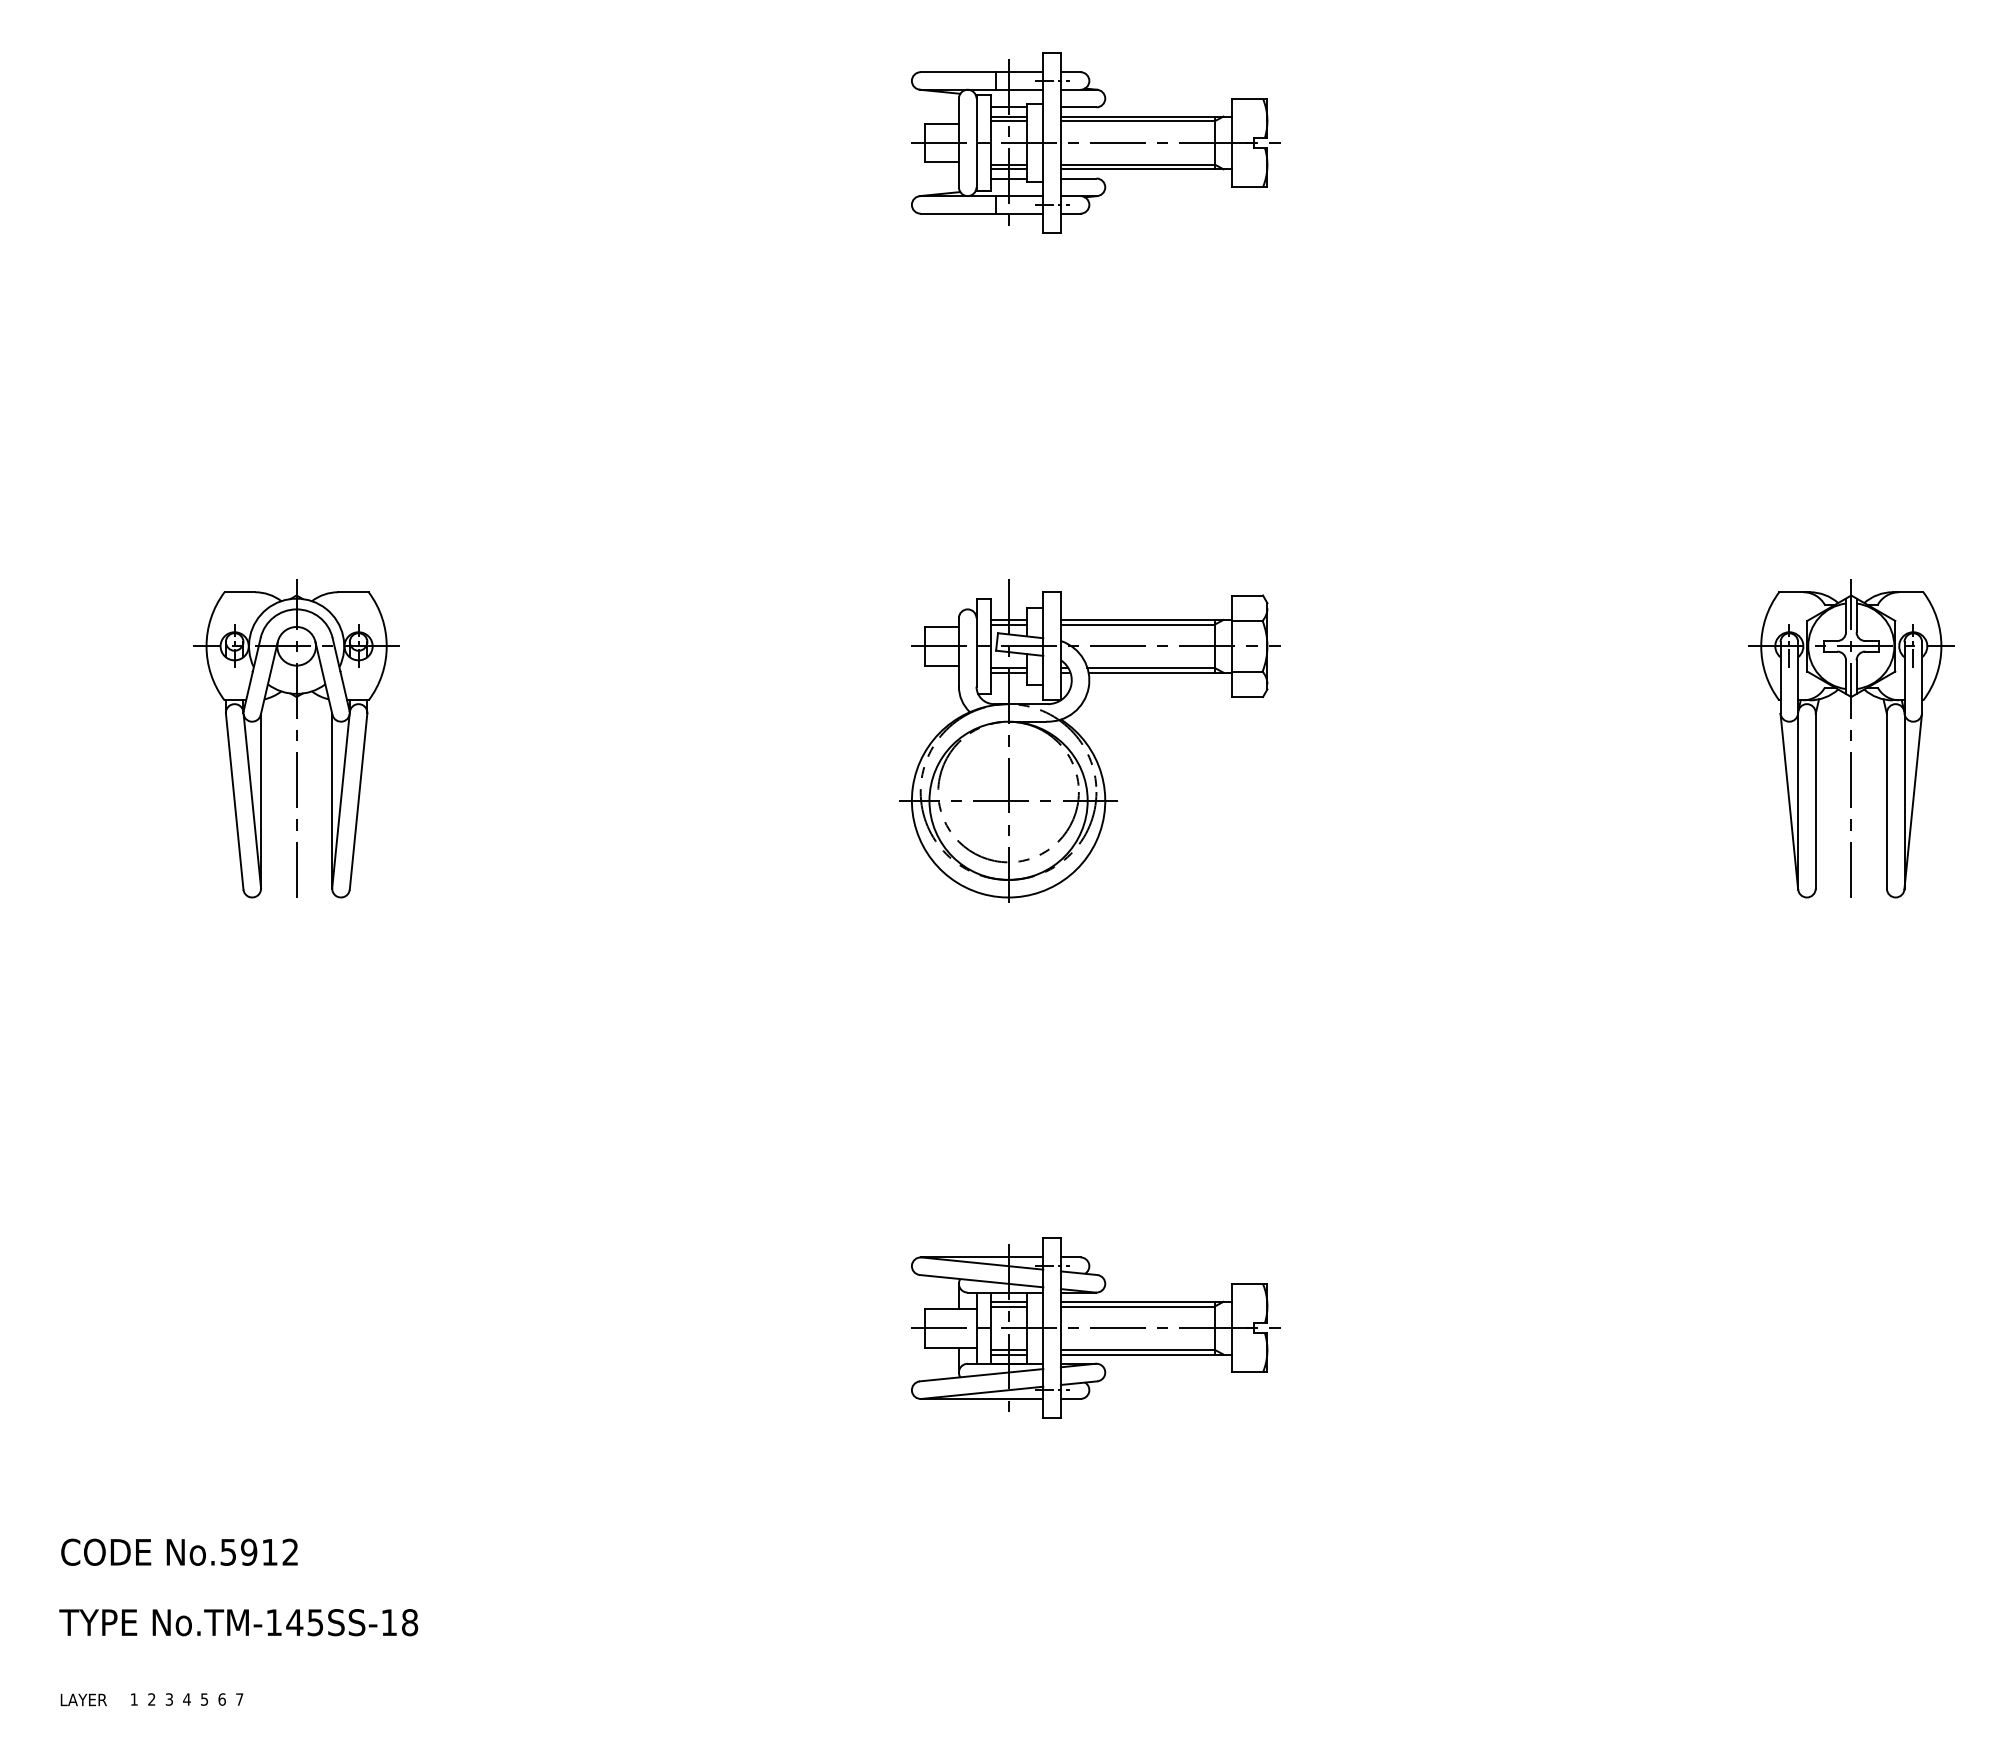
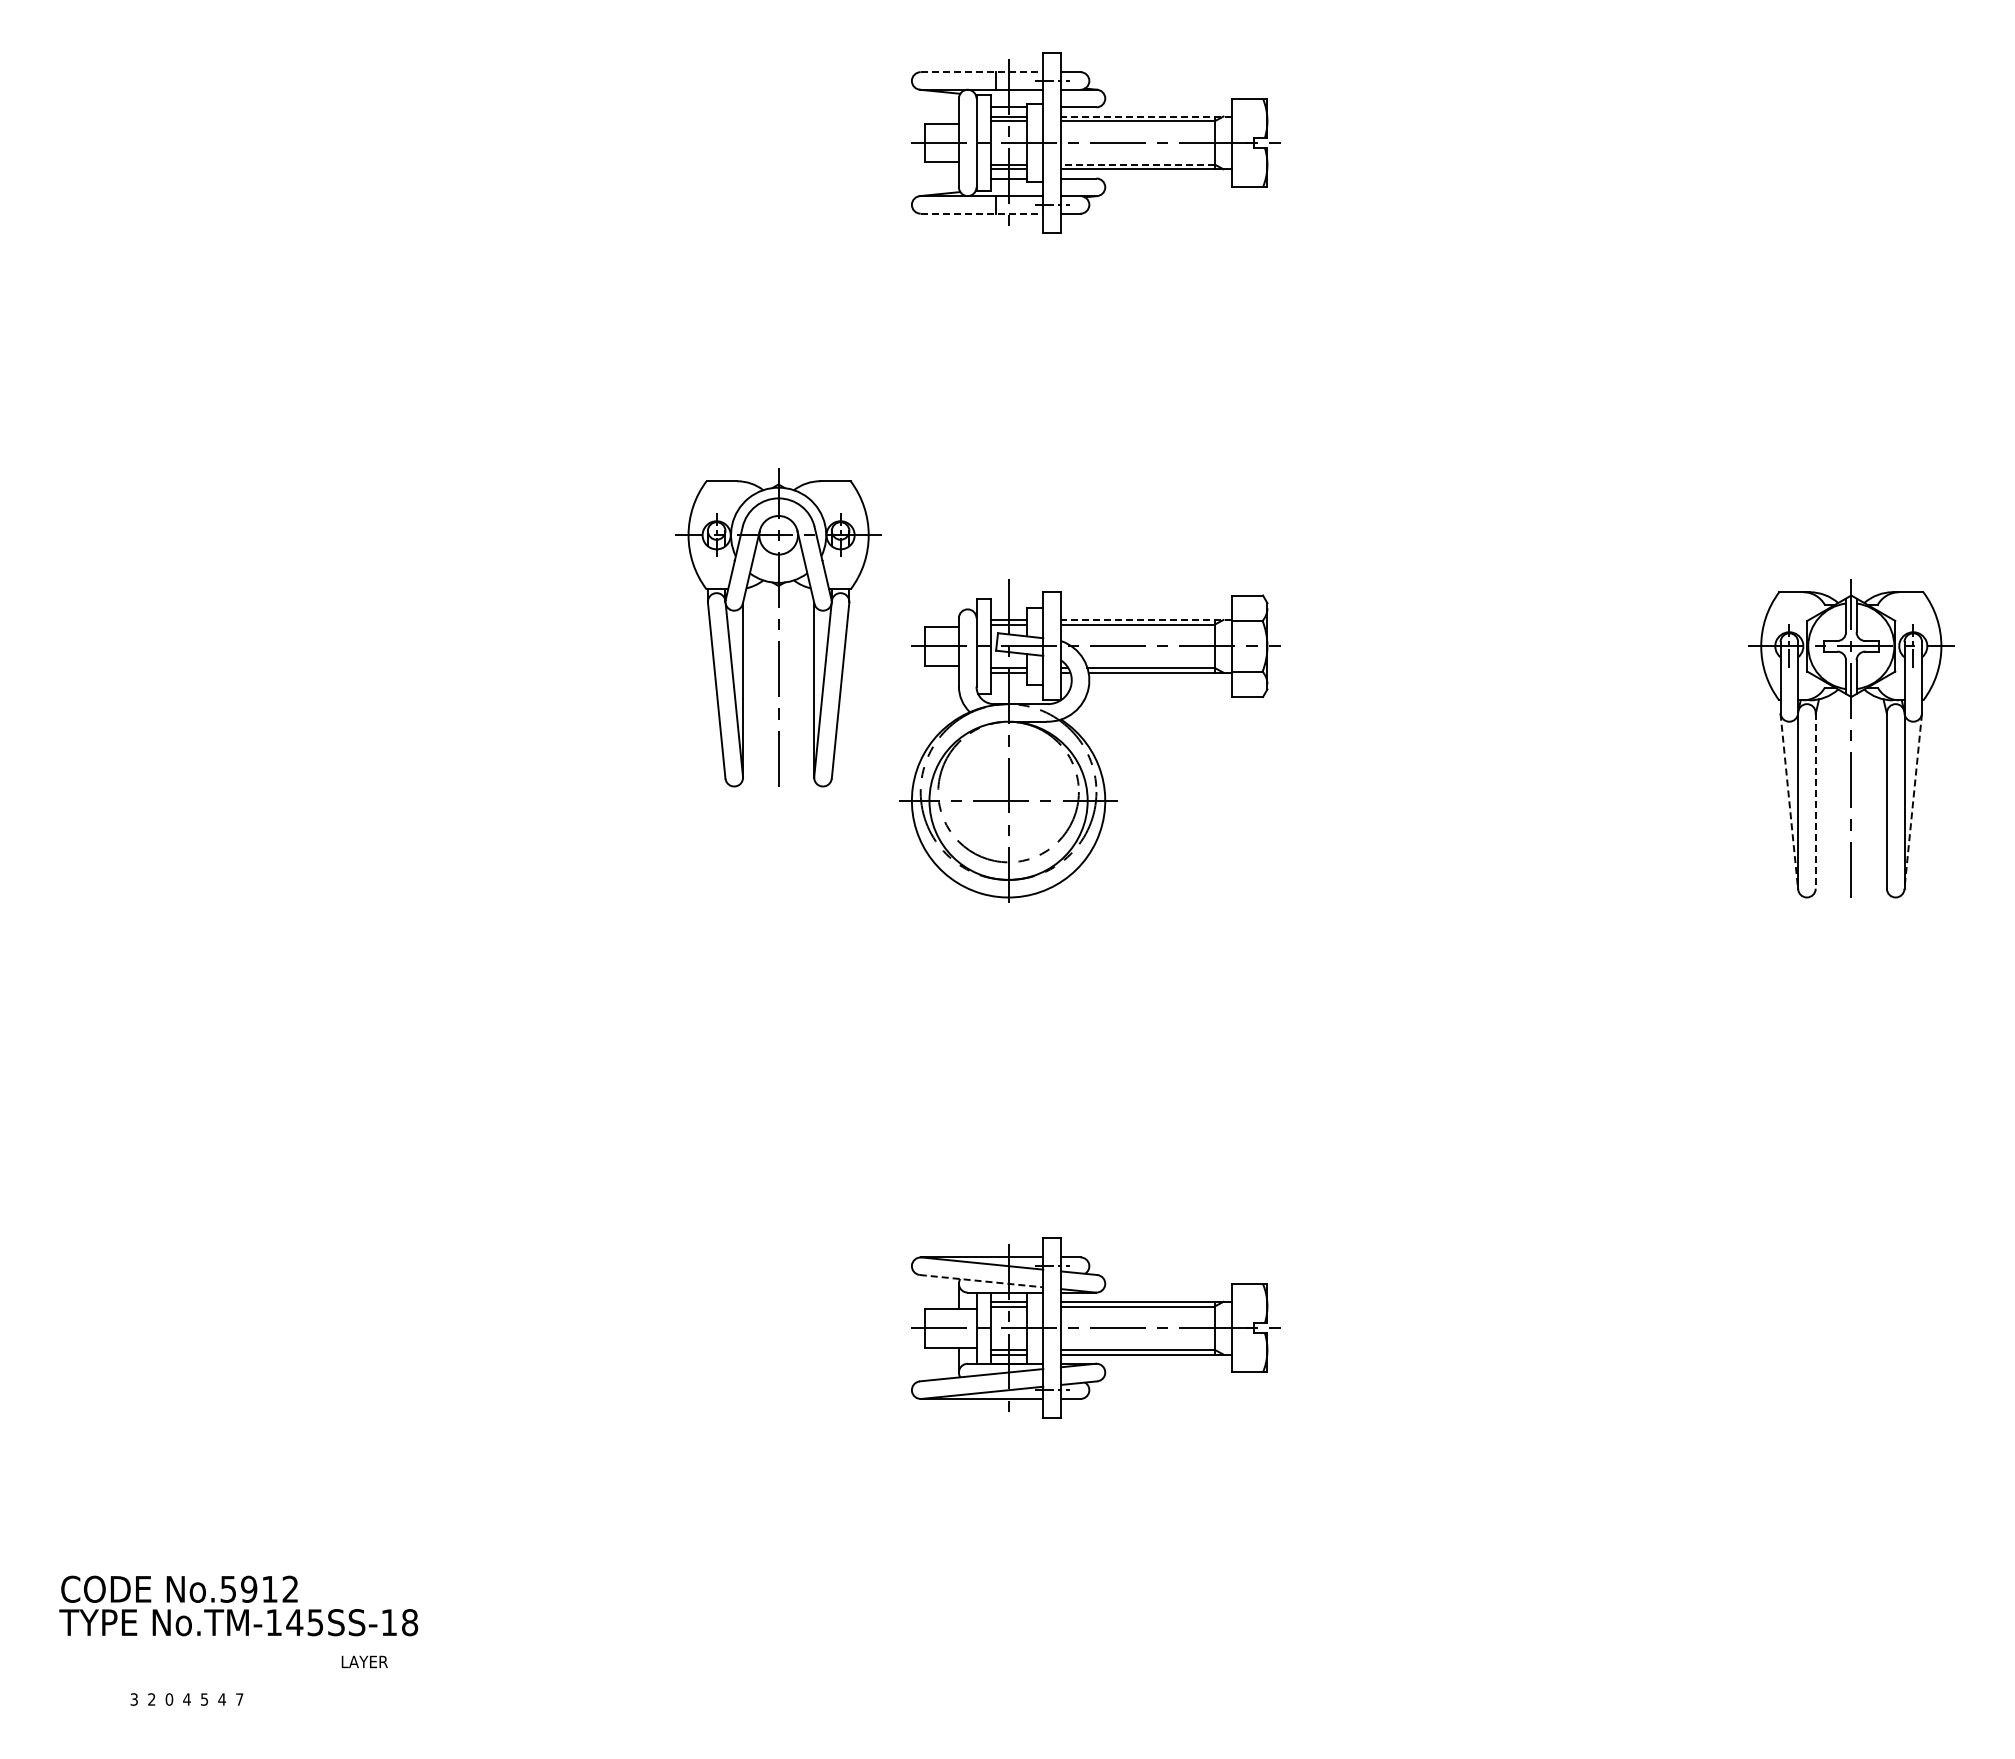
line at (982, 72): solid -> dashed
line at (1146, 116): solid -> dashed
line at (1137, 164): solid -> dashed
line at (982, 213): solid -> dashed
line at (1146, 619): solid -> dashed
part at (296, 738) position: (296, 738) -> (778, 627)
line at (1815, 800): solid -> dashed
line at (1789, 802): solid -> dashed
line at (1913, 802): solid -> dashed
line at (982, 1281): solid -> dashed
text at (179, 1551) position: (179, 1551) -> (179, 1588)
text at (83, 1699) position: (83, 1699) -> (364, 1661)
text at (133, 1699): 1 -> 3
text at (169, 1699): 3 -> 0
text at (222, 1699): 6 -> 4
